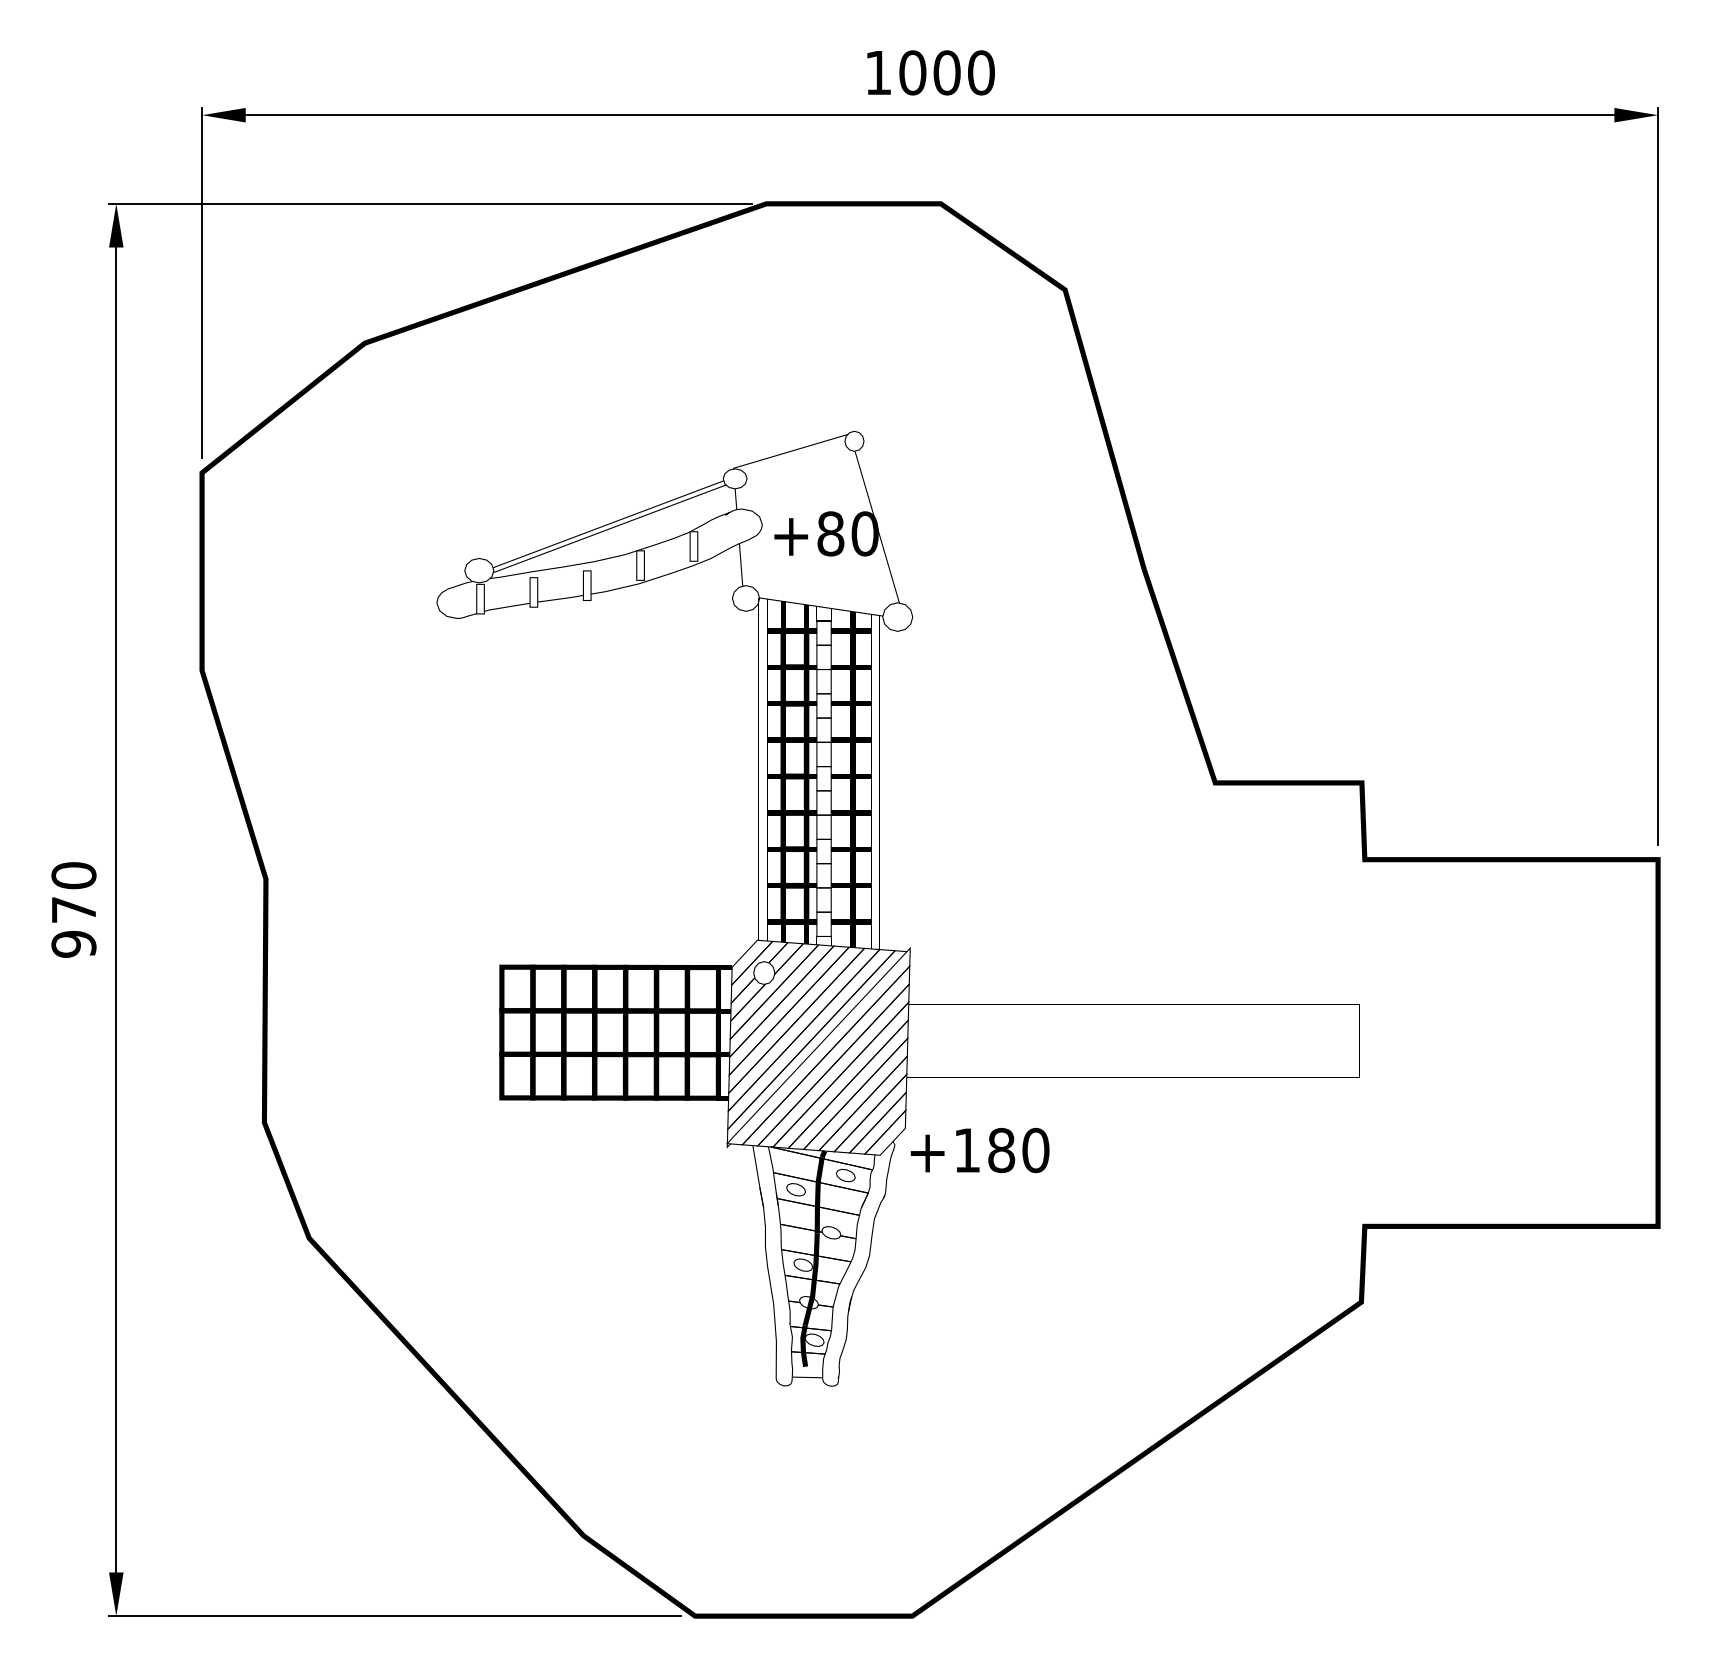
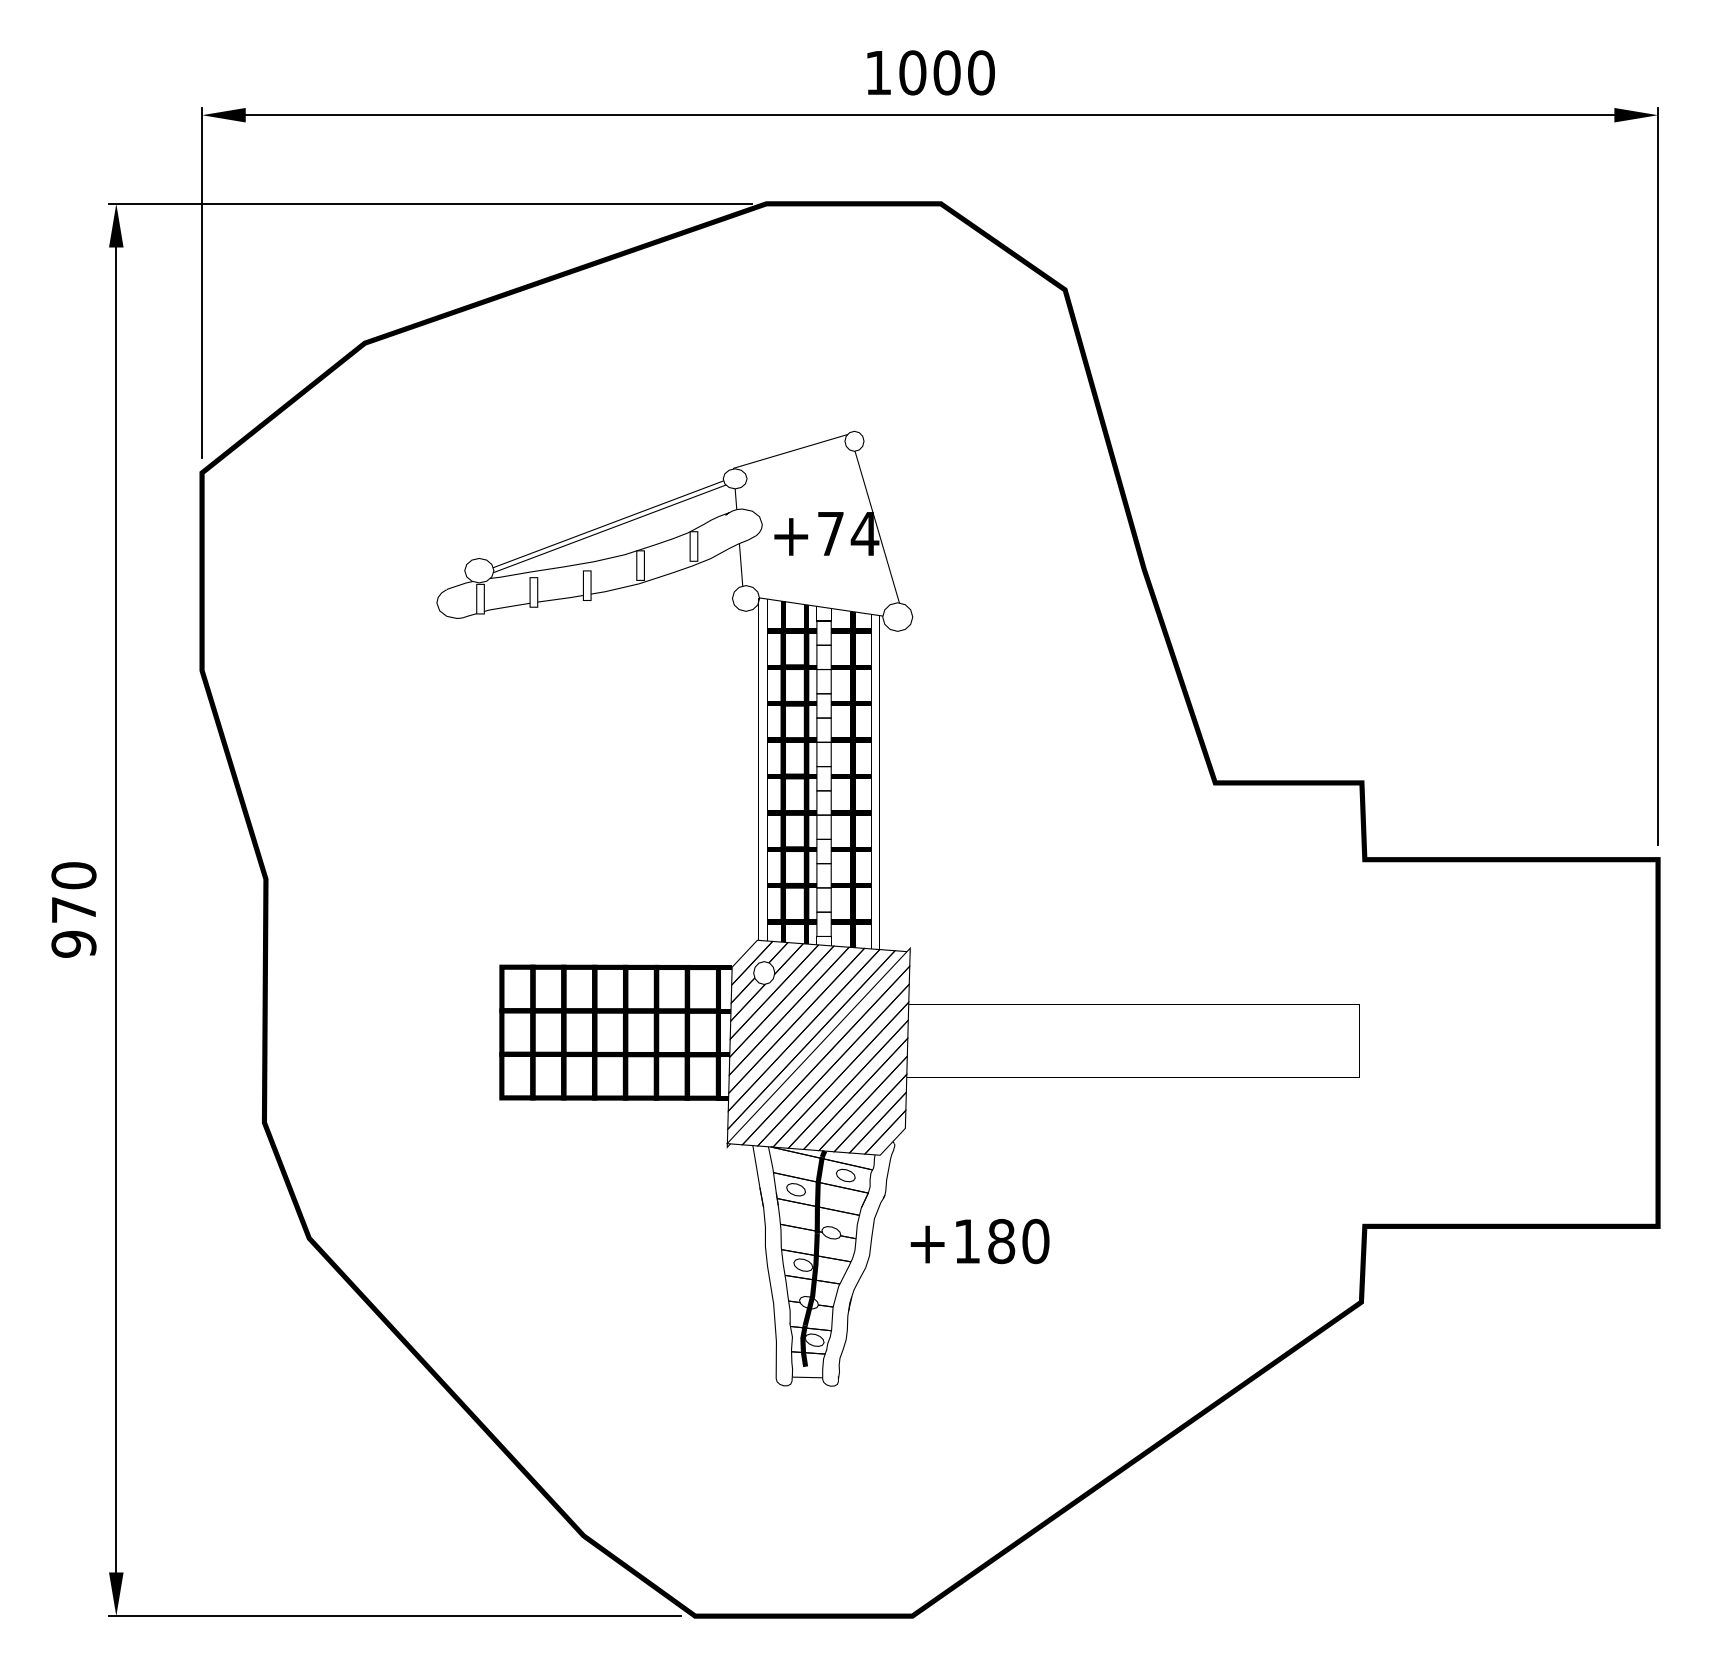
text at (848, 533): +80 -> +74
text at (979, 1150) position: (979, 1150) -> (979, 1241)
